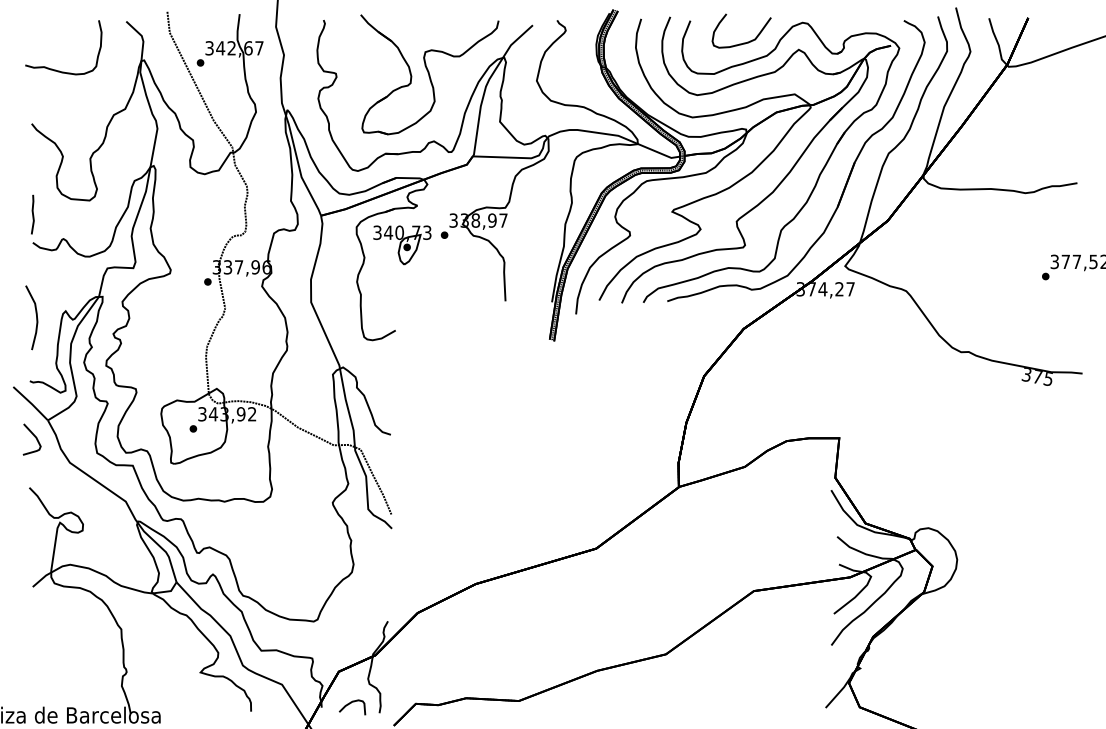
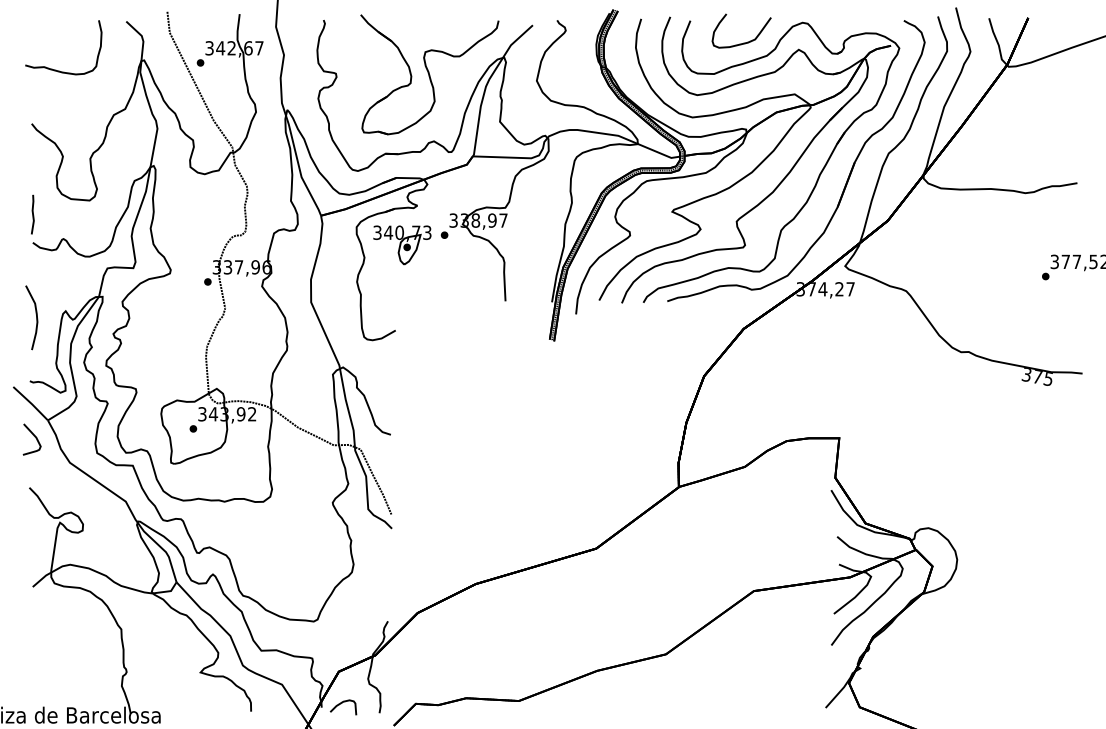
curve at (351, 703) position: (351, 703) -> (342, 703)
